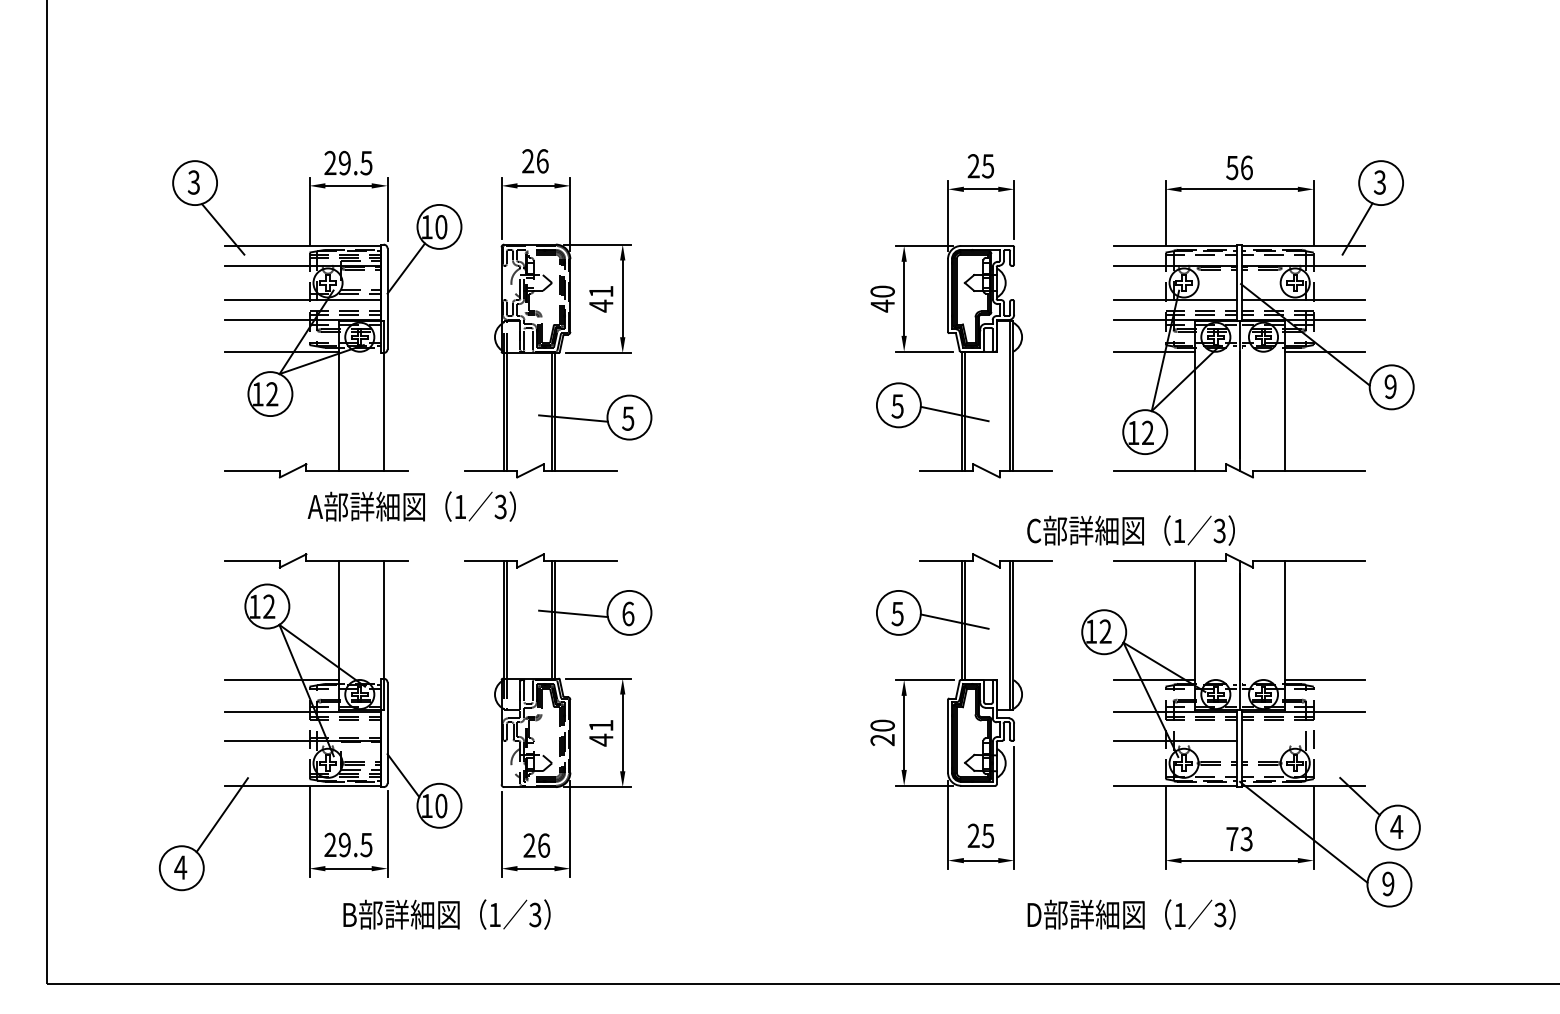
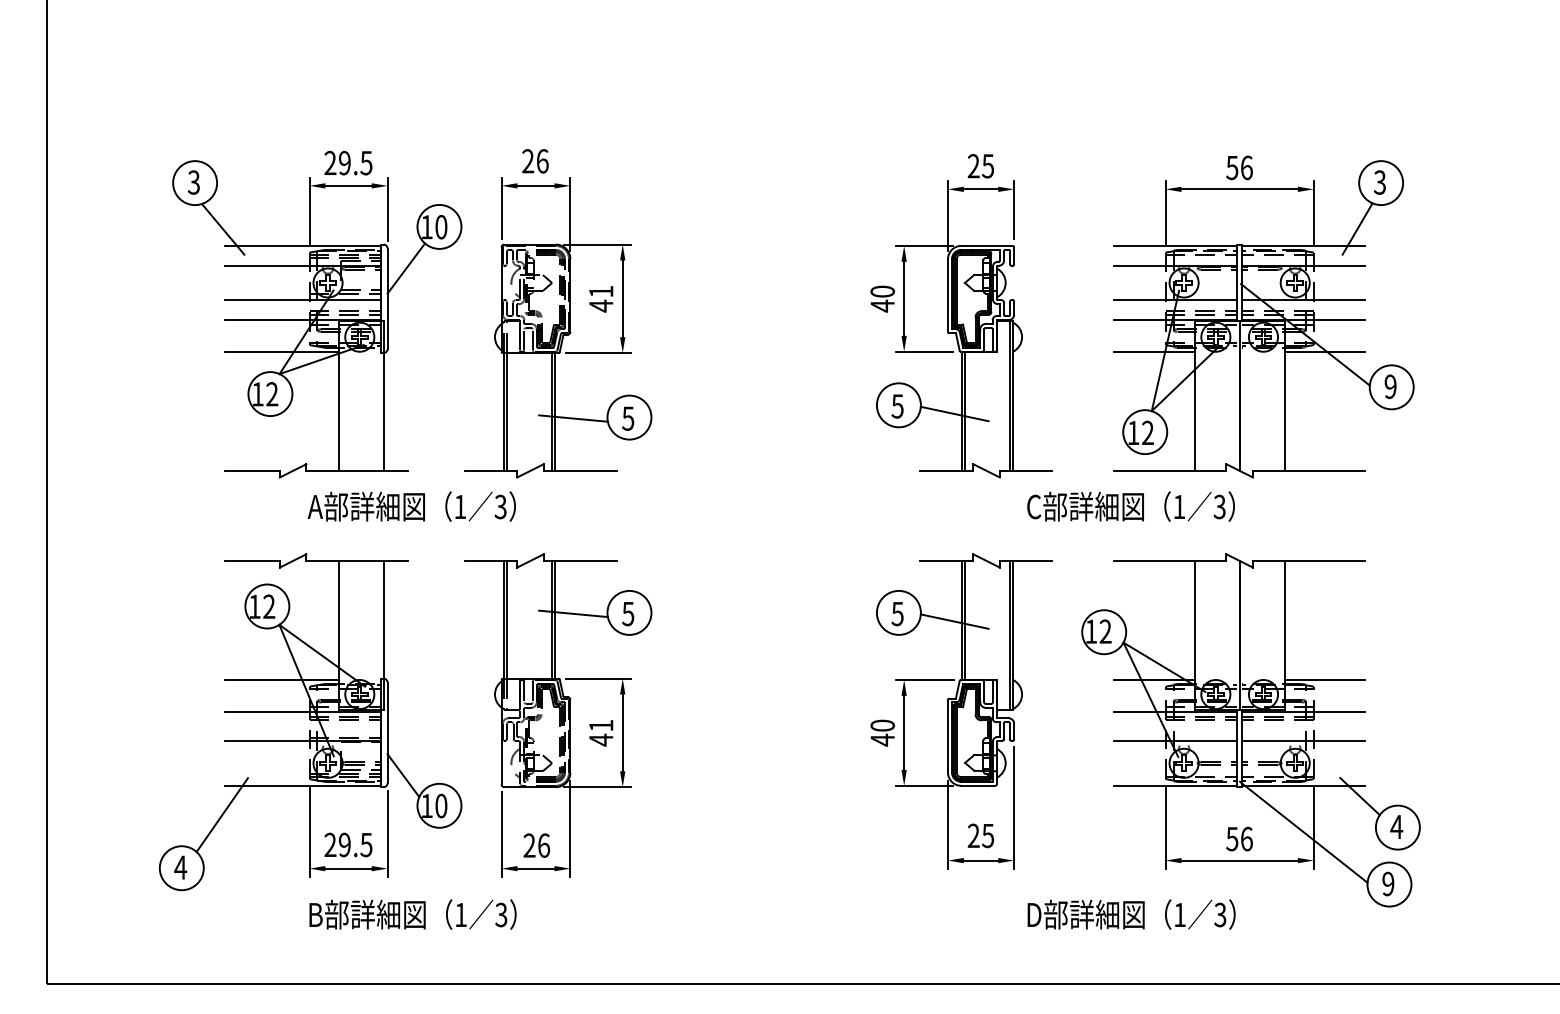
text at (1130, 530) position: (1130, 530) -> (1130, 506)
text at (628, 613): 6 -> 5
text at (882, 739): 20 -> 40
line at (1303, 740): none -> present
text at (1239, 838): 73 -> 56
text at (446, 914) position: (446, 914) -> (412, 914)
